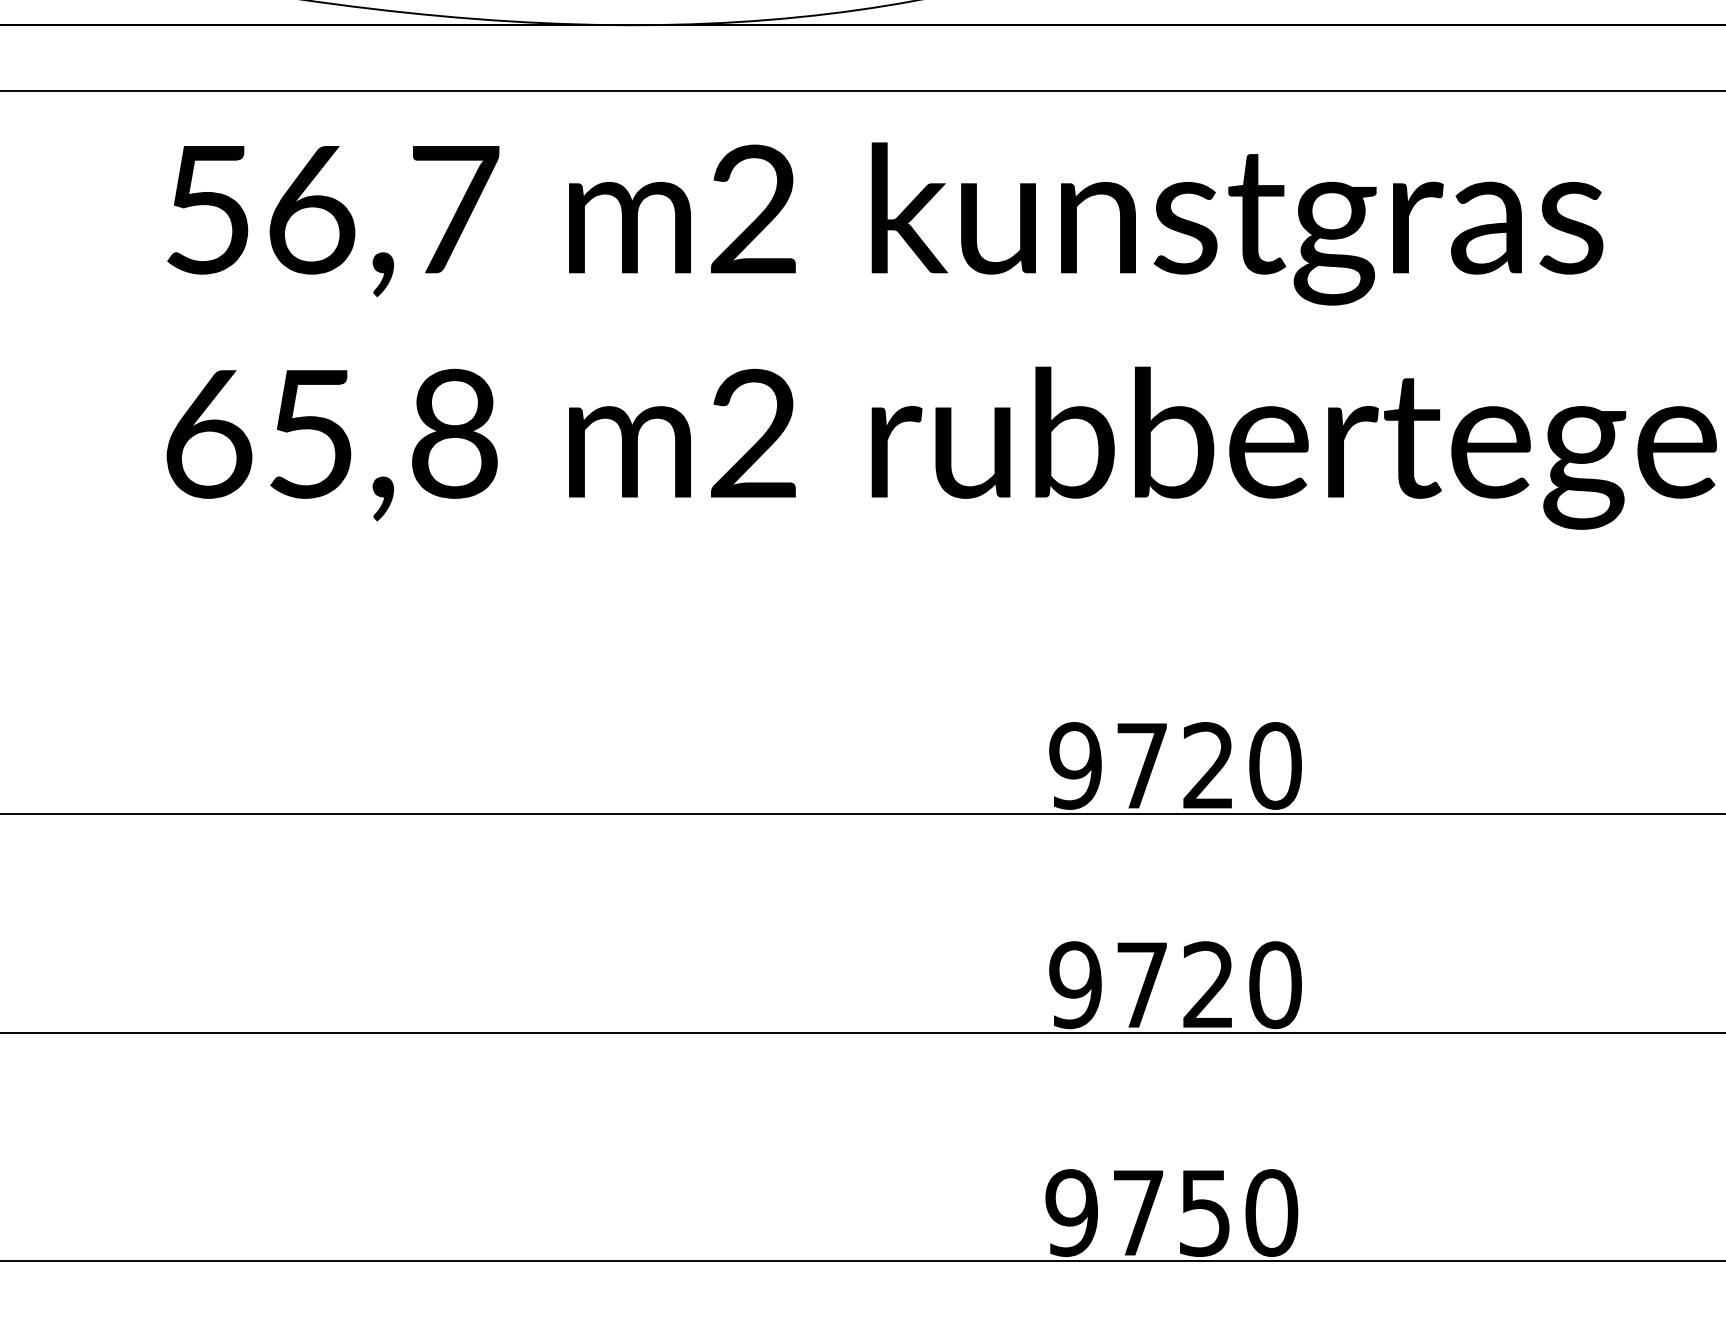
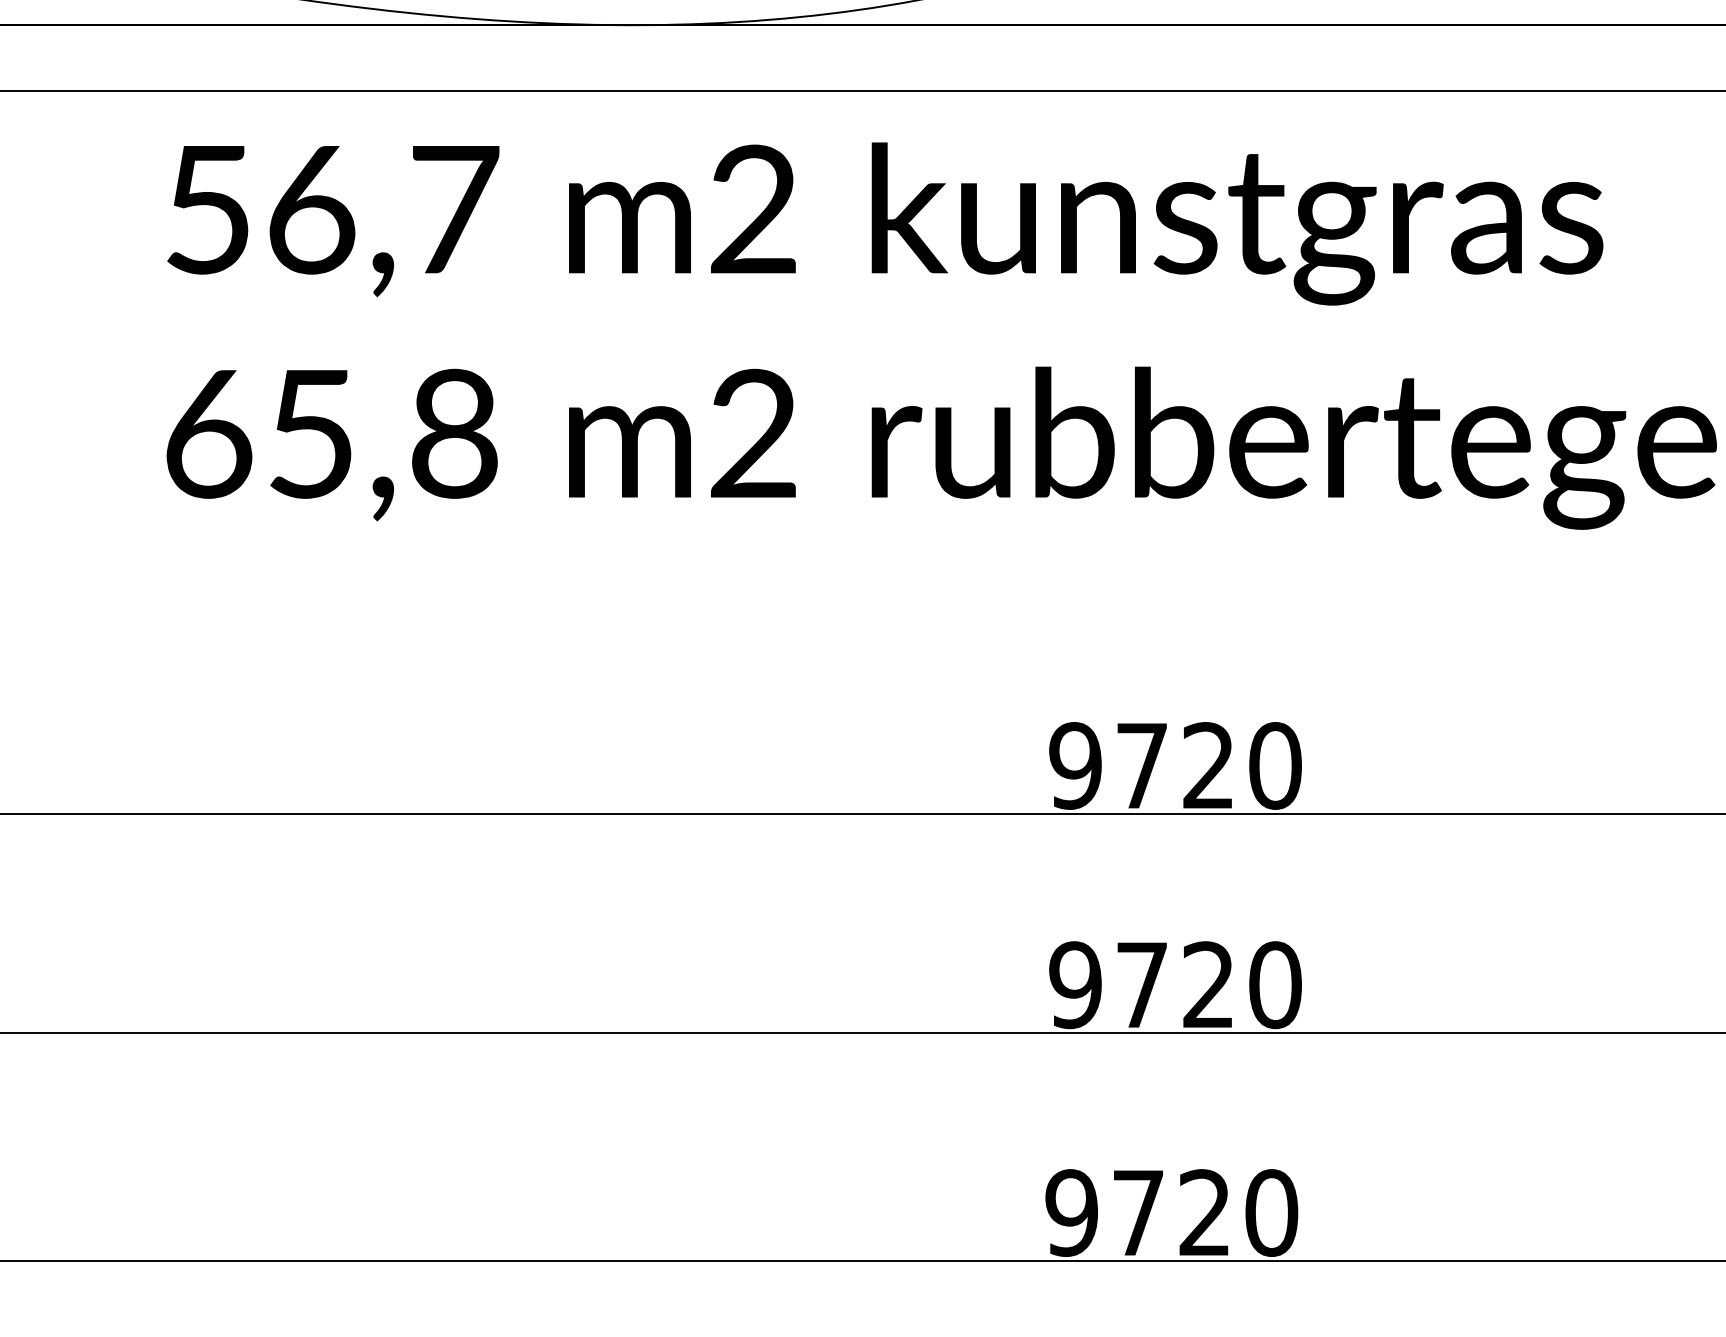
text at (1204, 1212): 9750 -> 9720
